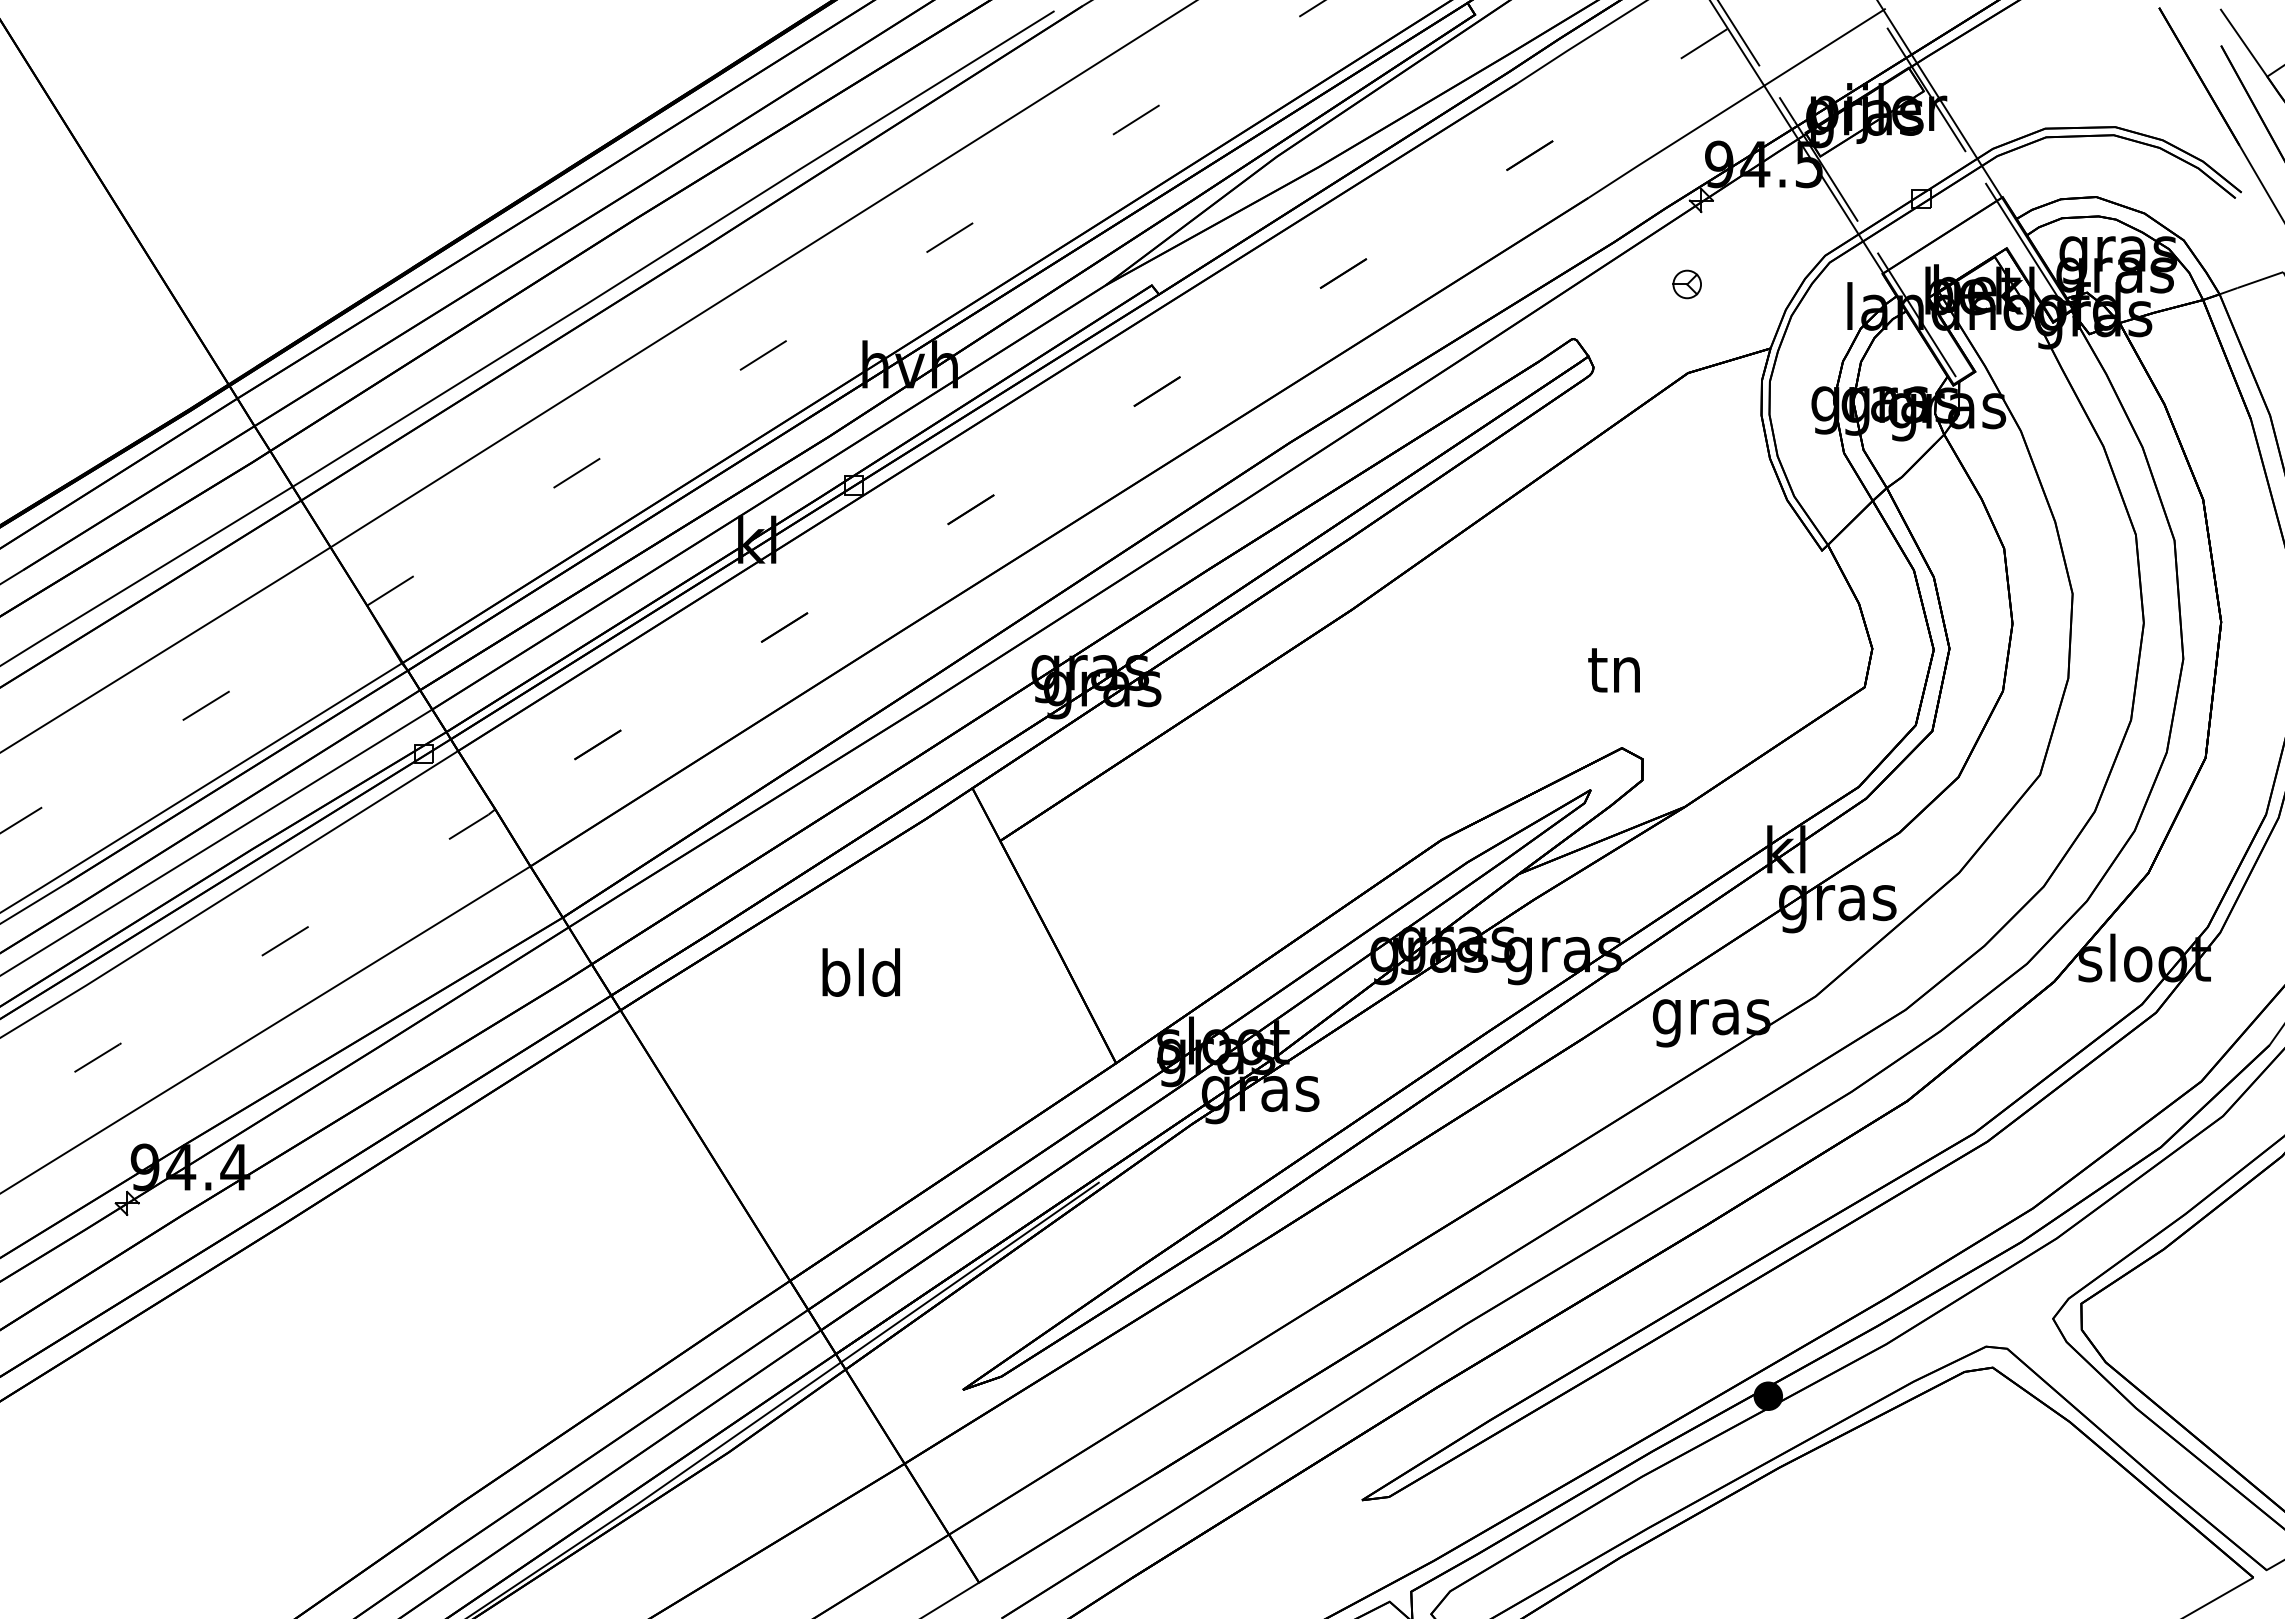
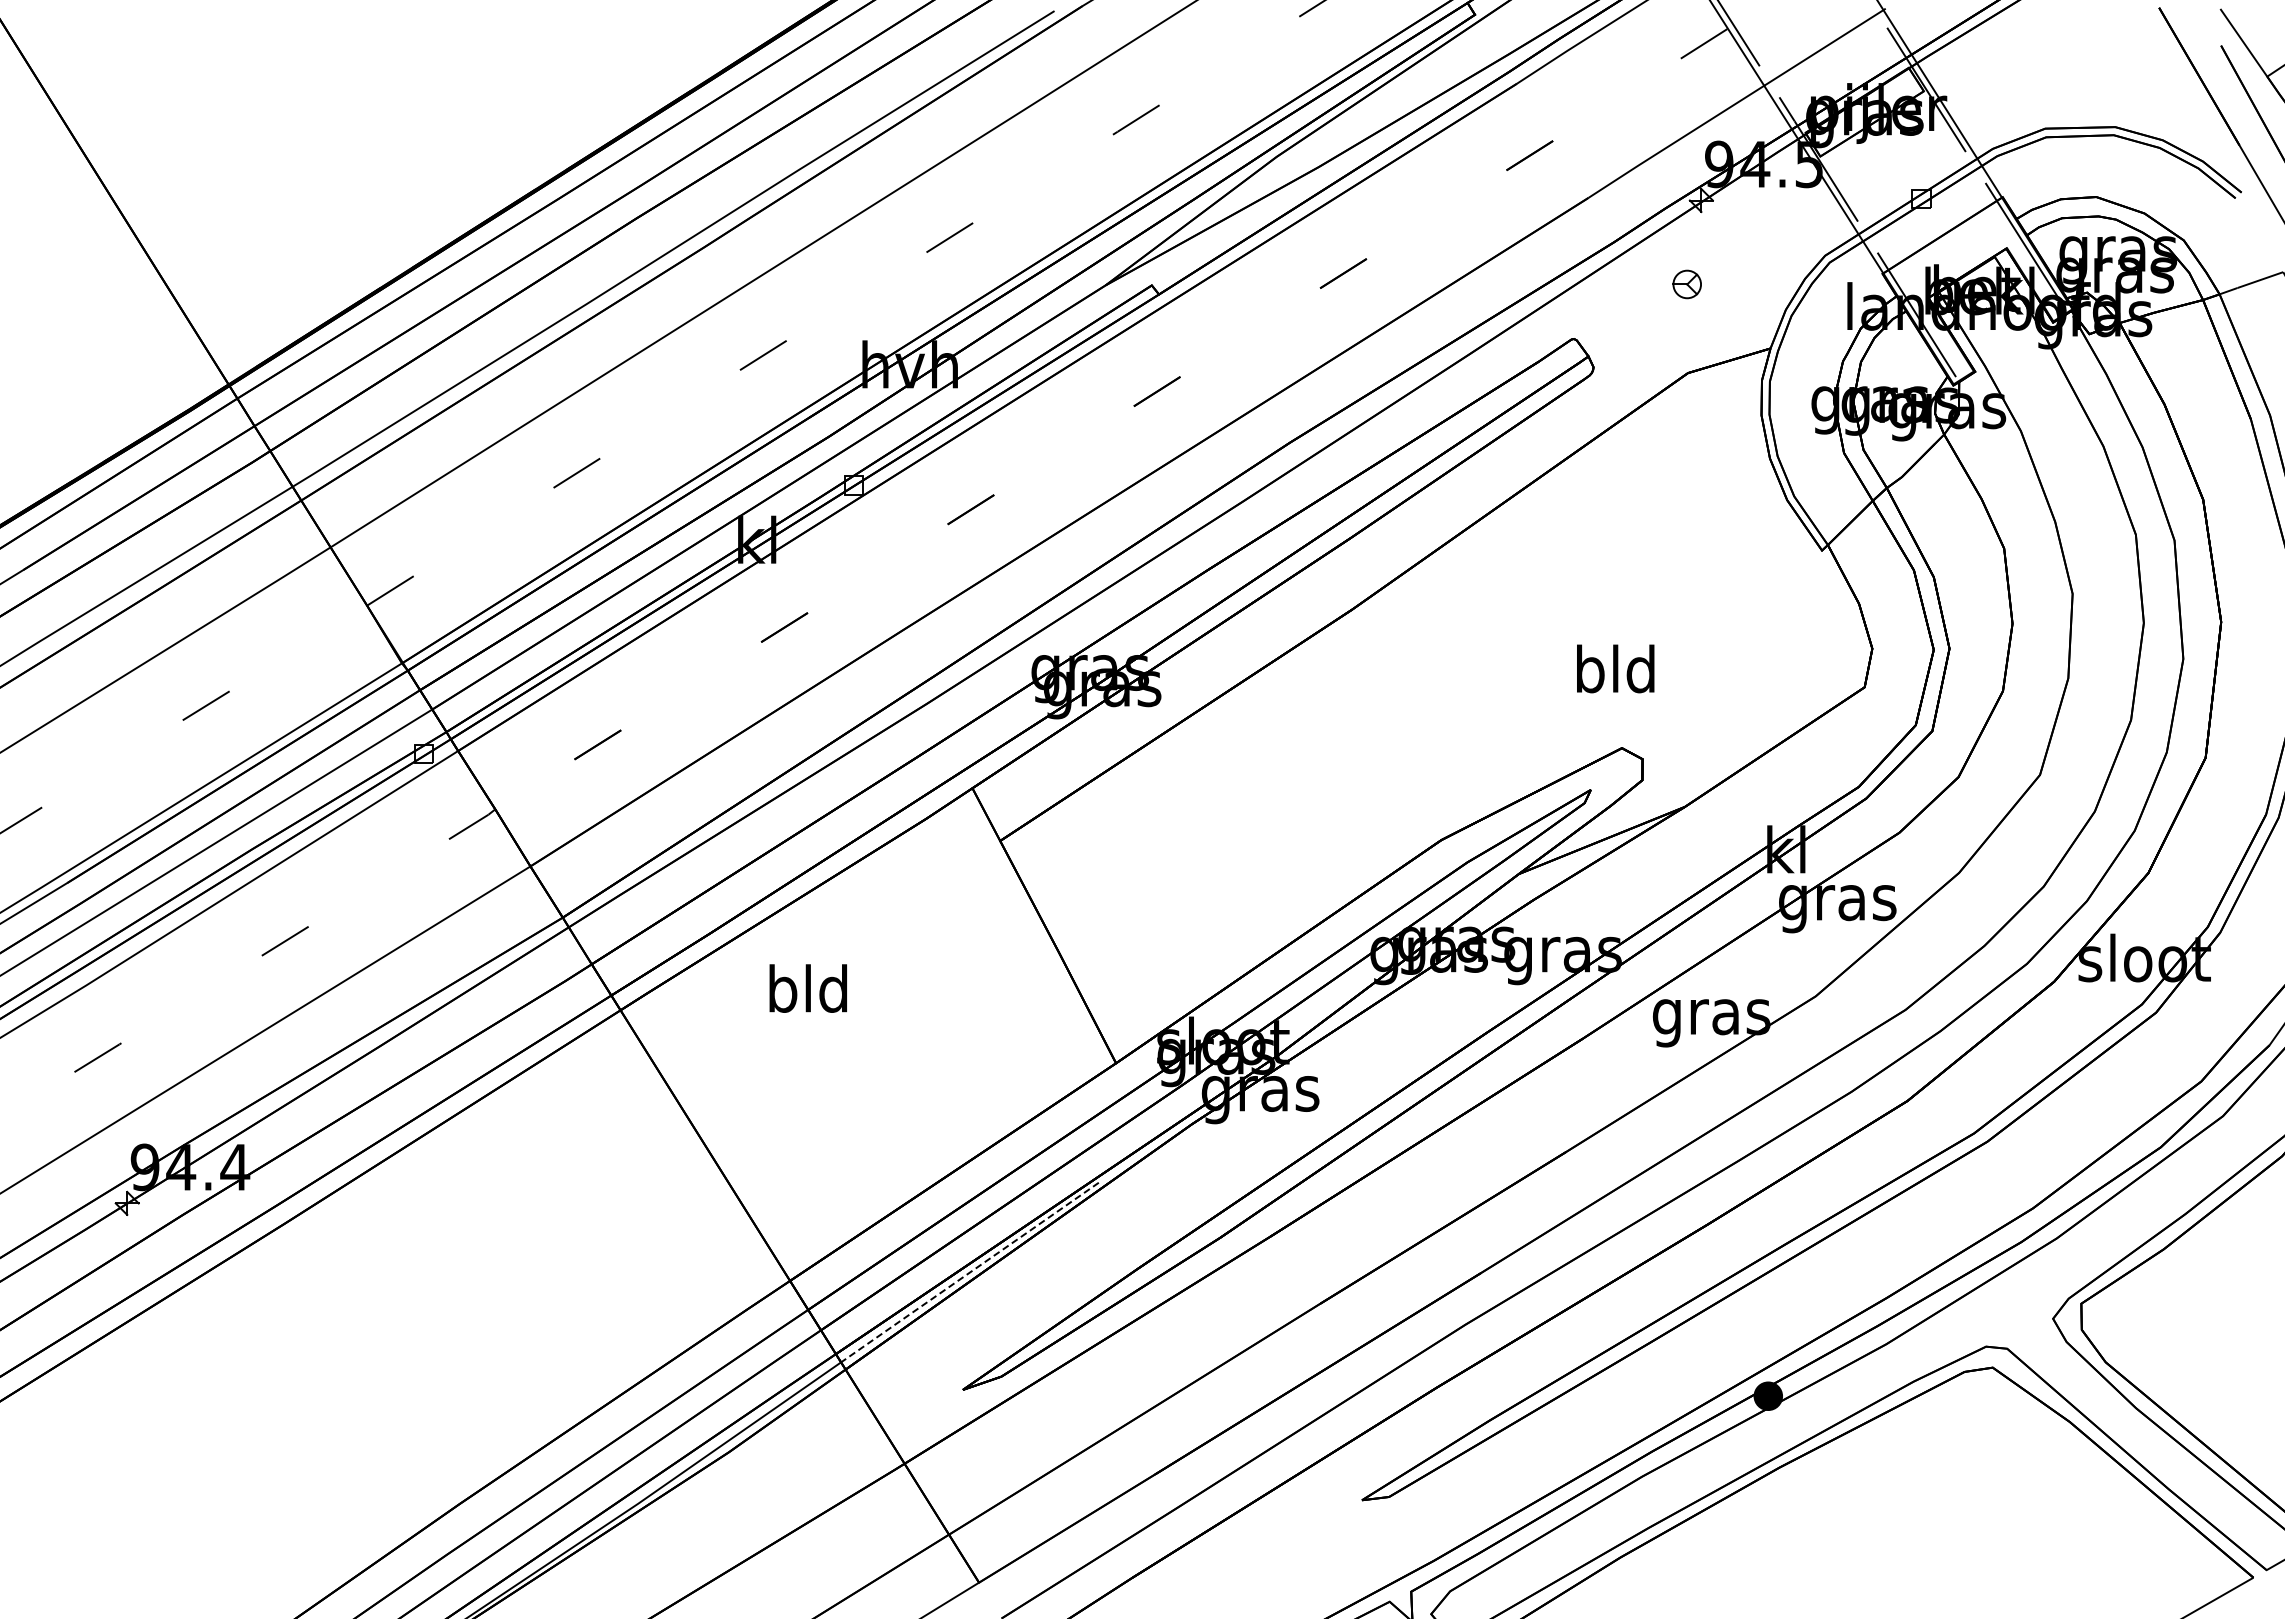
text at (1615, 668): tn -> bld
text at (860, 972) position: (860, 972) -> (807, 988)
line at (969, 1272): solid -> dashed
